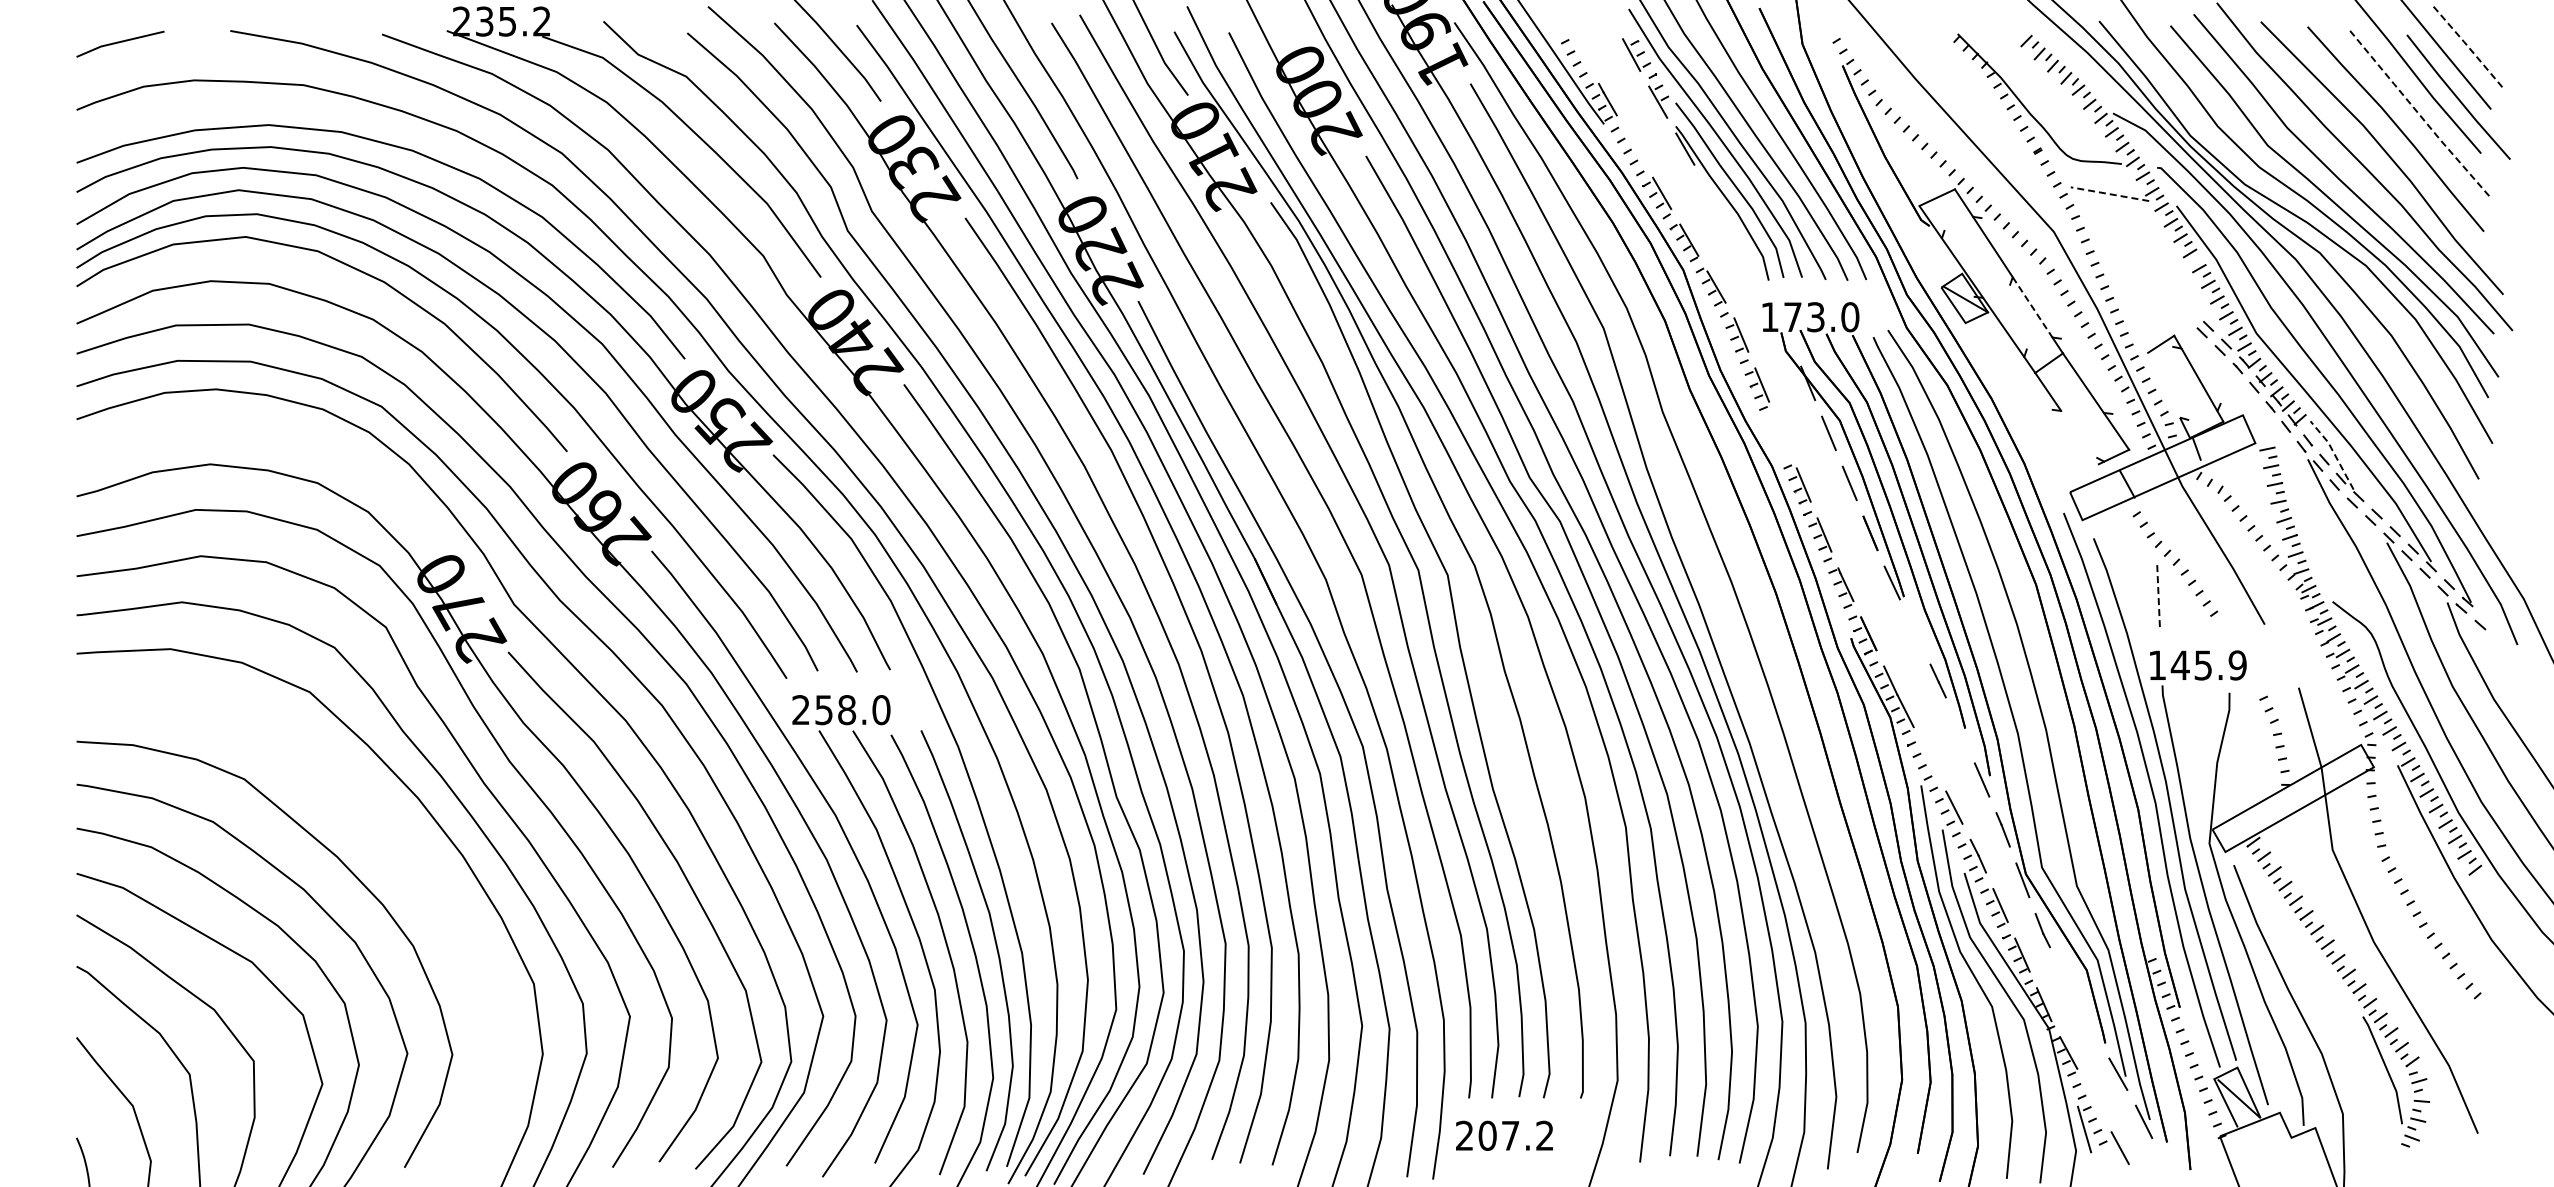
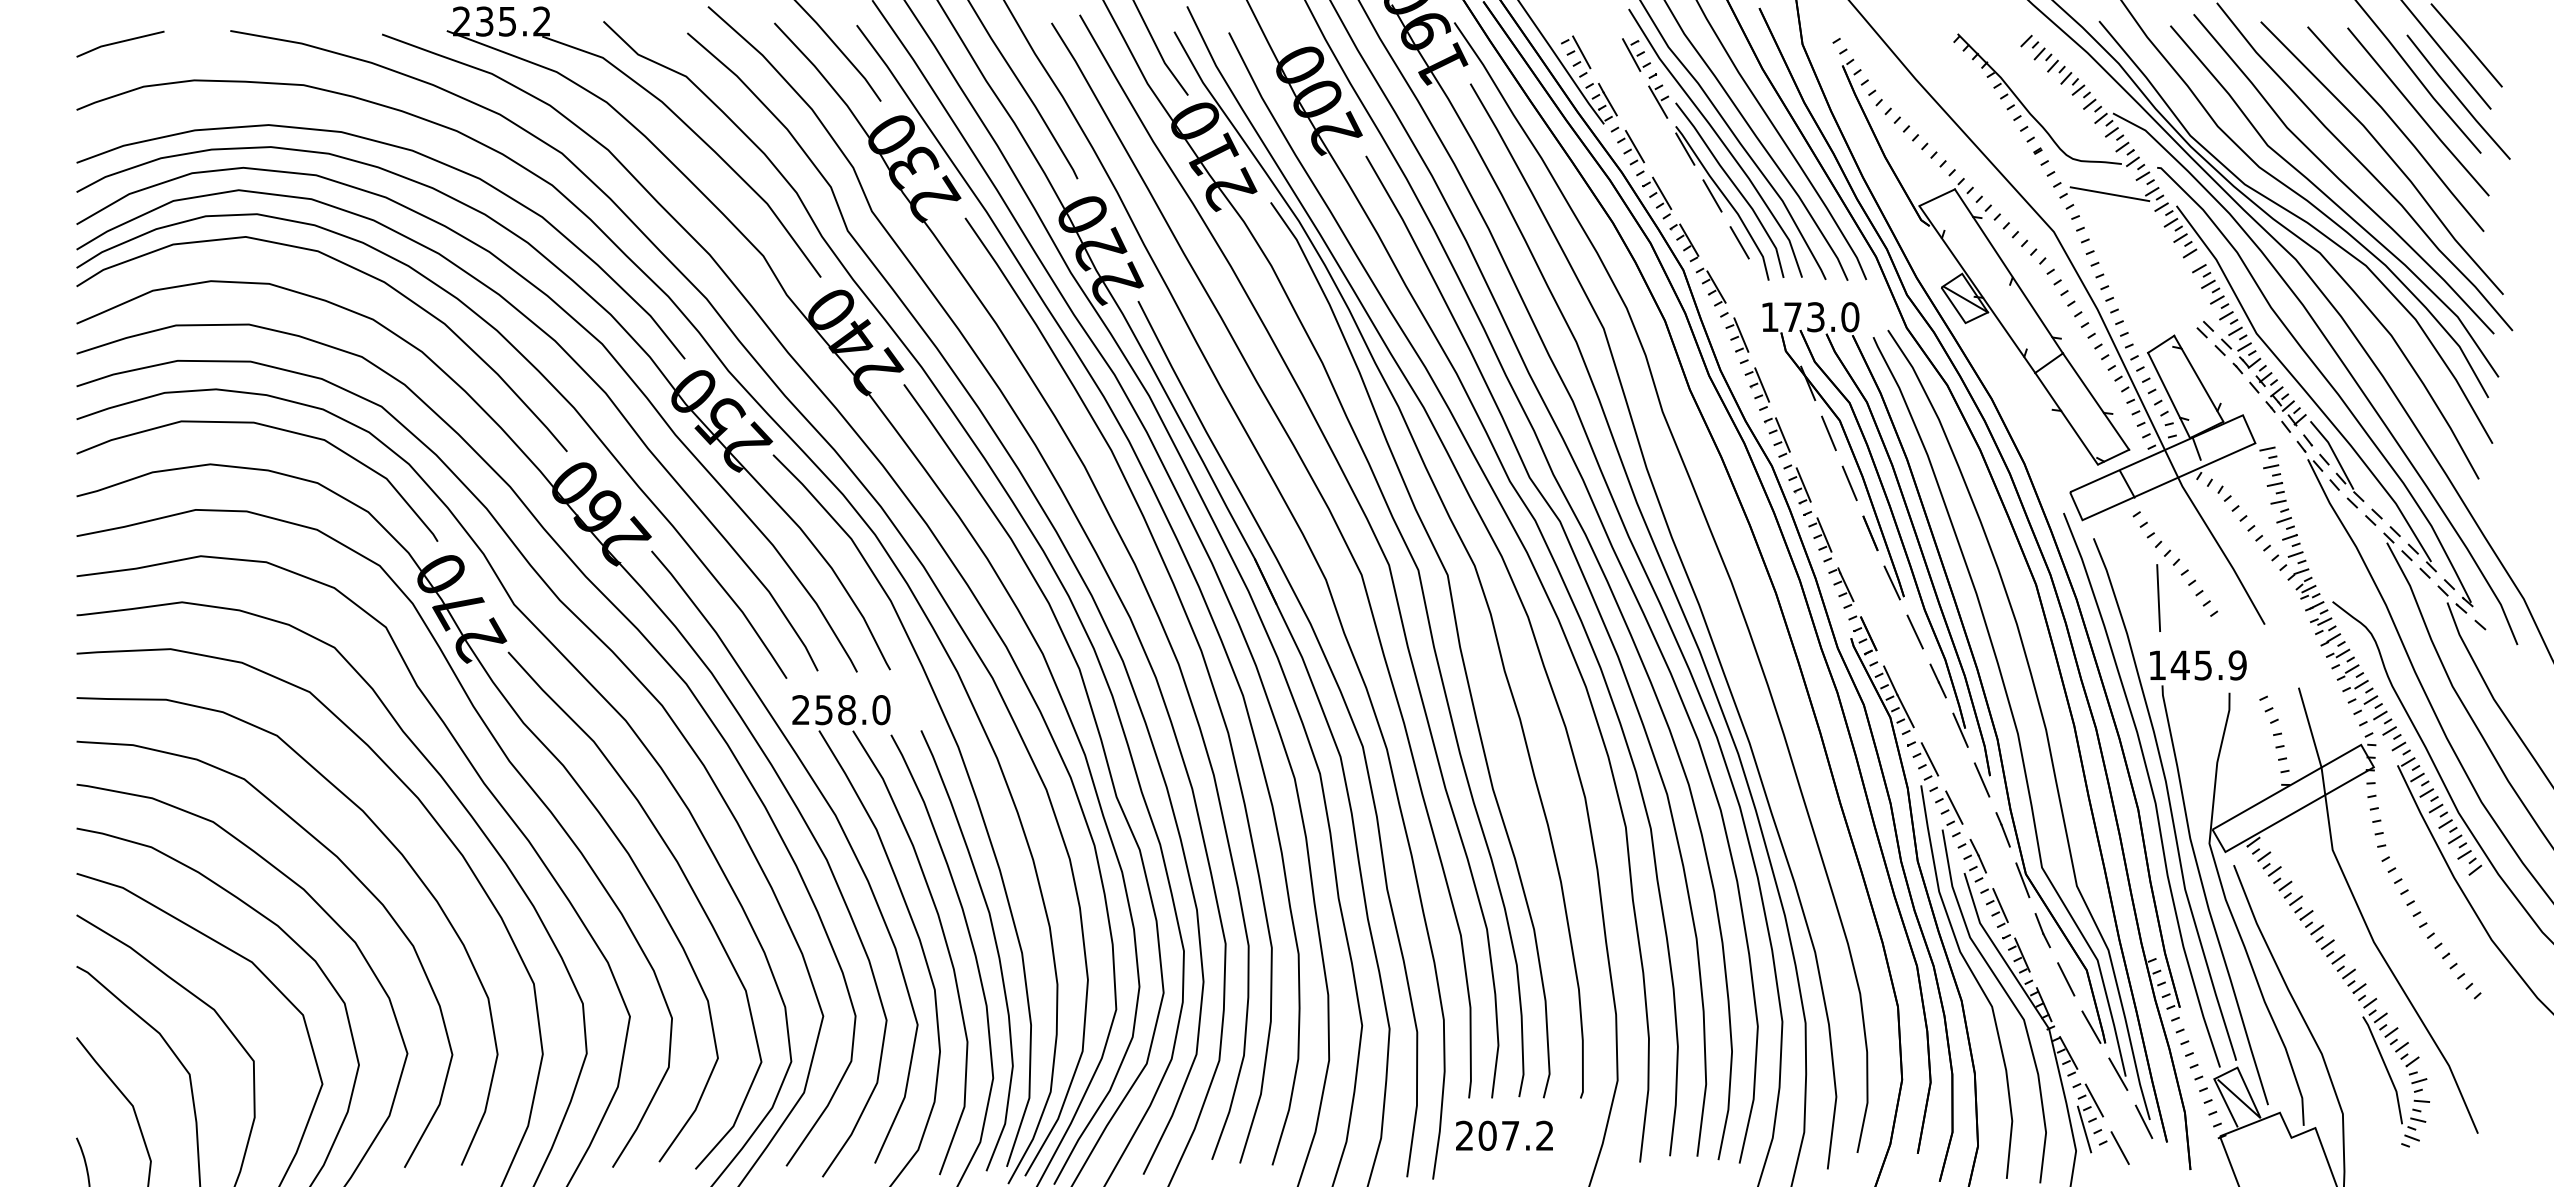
line at (2466, 44): dashed -> solid
line at (1581, 52): none -> present
line at (2417, 112): dashed -> solid
line at (1634, 146): none -> present
line at (2109, 194): dashed -> solid
line at (1712, 195): none -> present
line at (1739, 242): none -> present
line at (2032, 306): dashed -> solid
line at (2163, 384): none -> present
curve at (272, 428): none -> present
part at (1776, 437): none -> present
line at (2079, 437): none -> present
line at (2333, 452): dashed -> solid
line at (2158, 598): dashed -> solid
line at (1914, 631): none -> present
line at (1960, 729): none -> present
line at (1929, 759): none -> present
curve at (389, 842): none -> present
line at (2066, 979): none -> present
line at (2091, 1026): none -> present
line at (2094, 1100): none -> present
